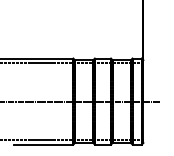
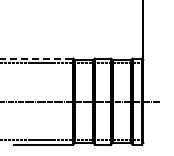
line at (37, 58): solid -> dashed
